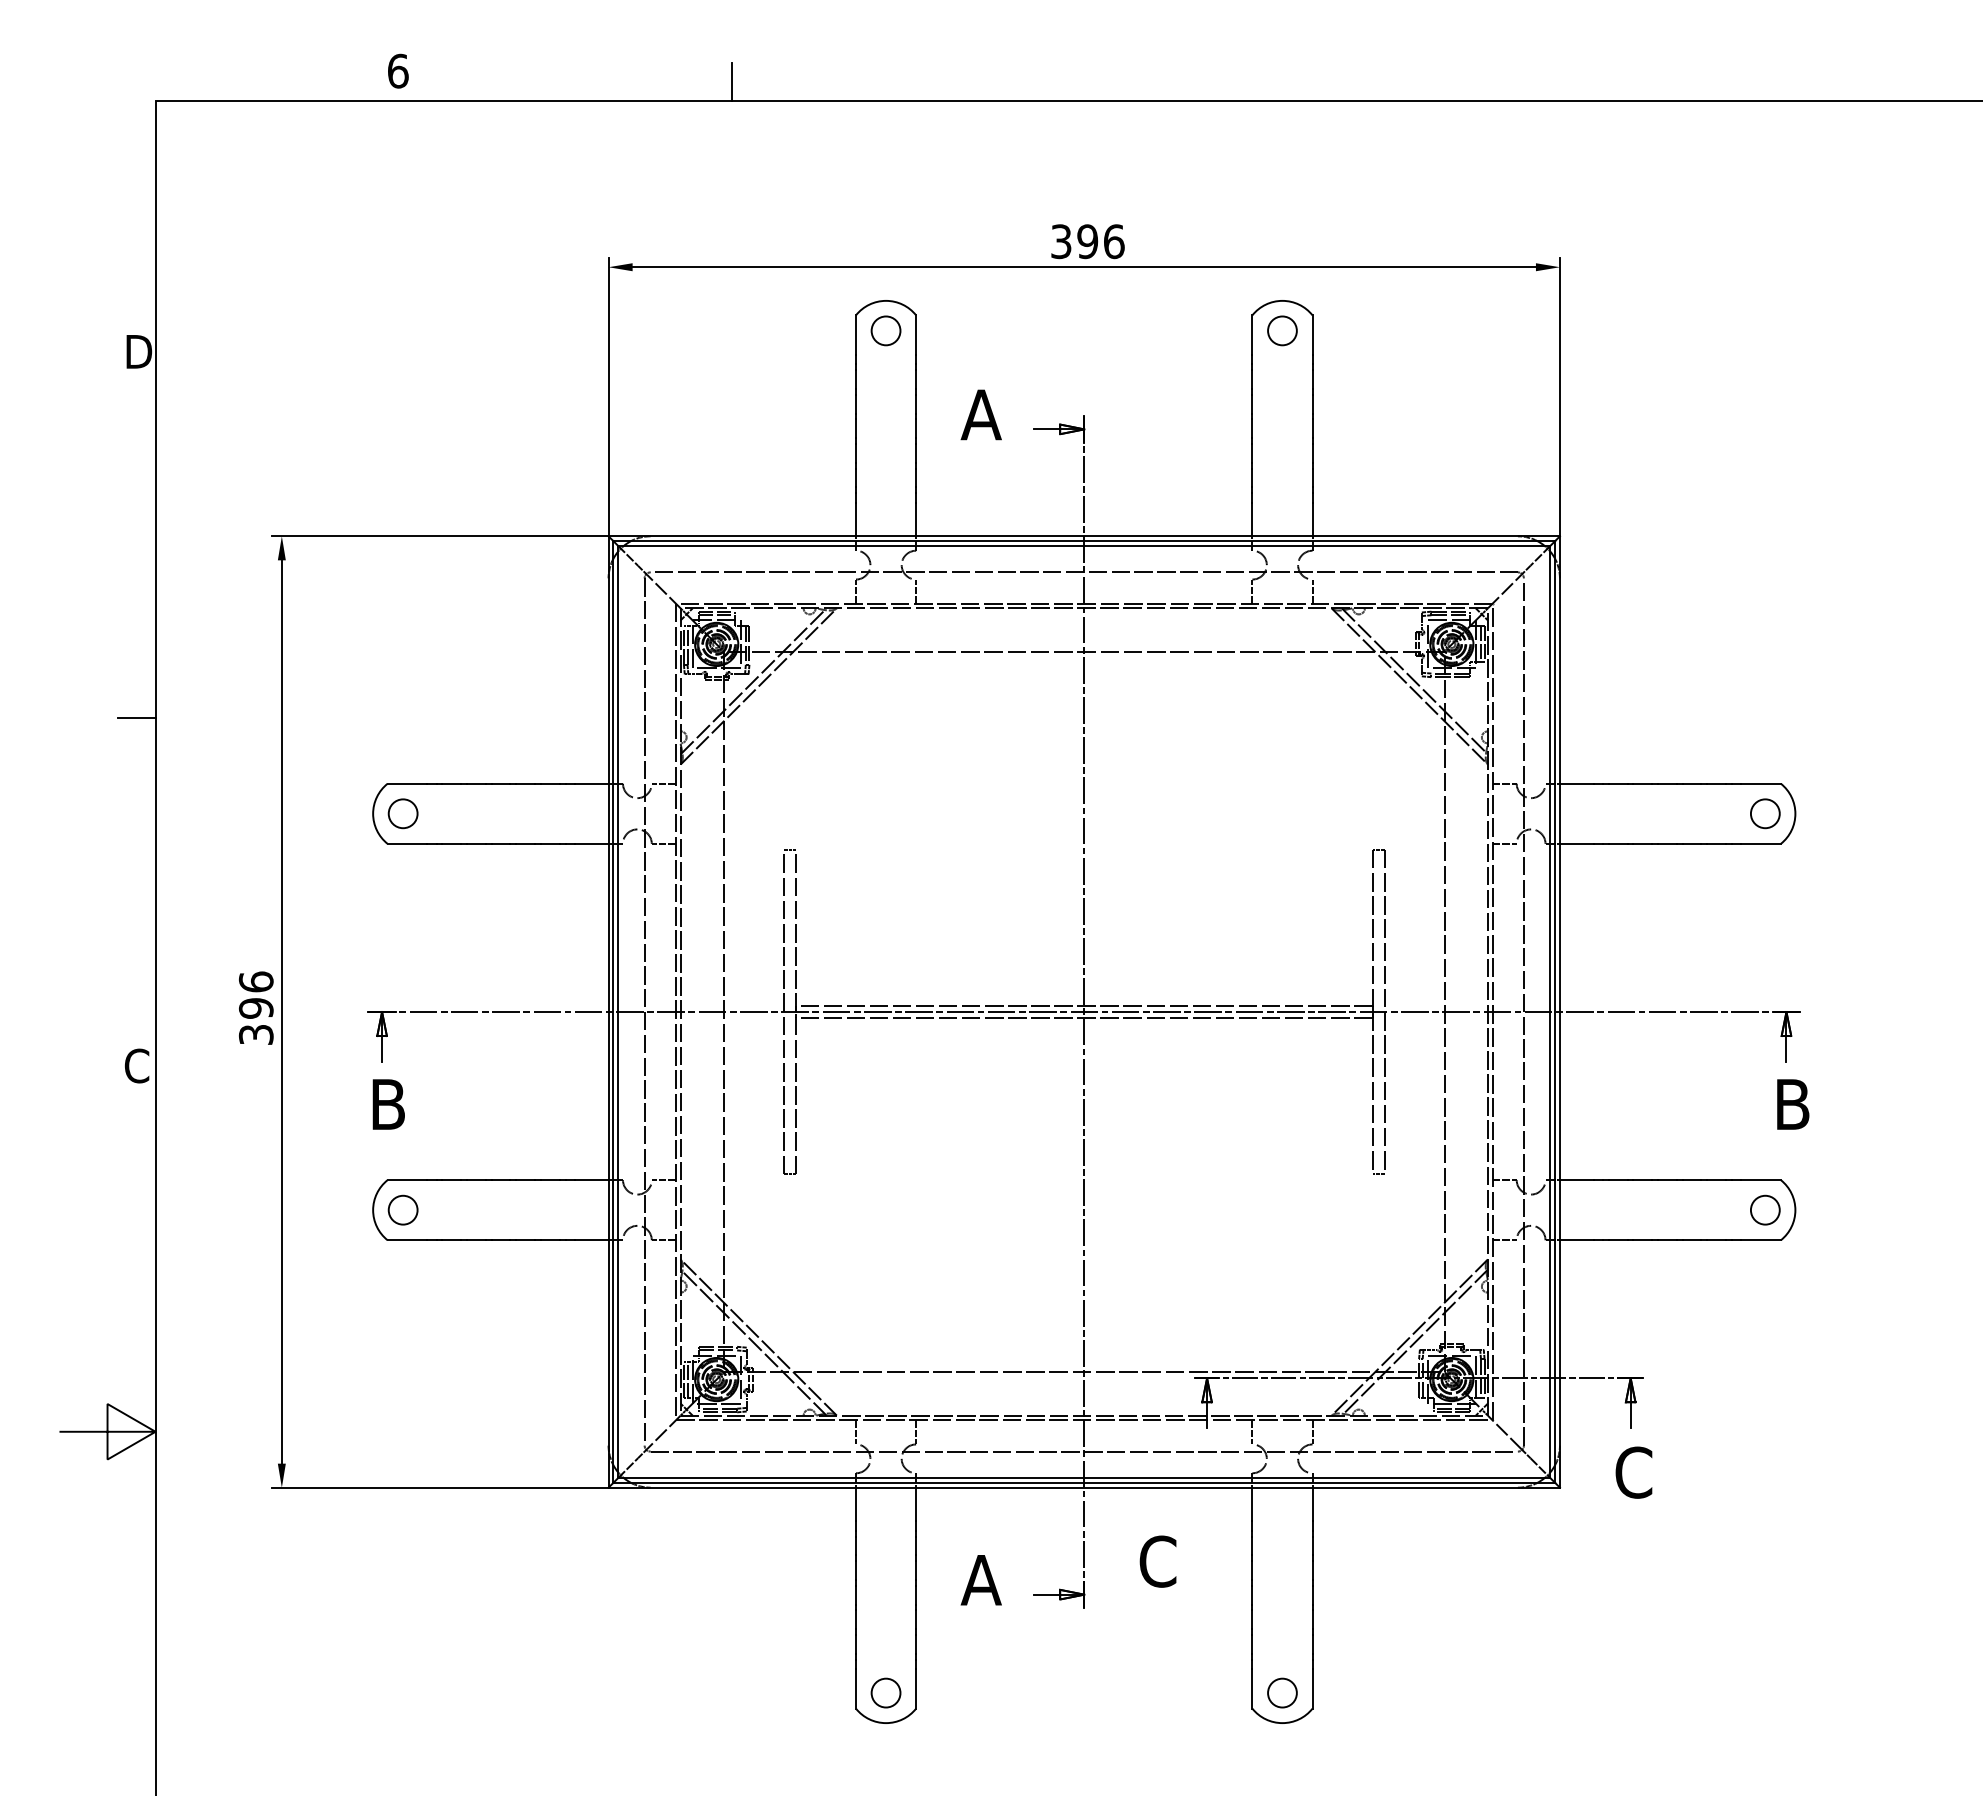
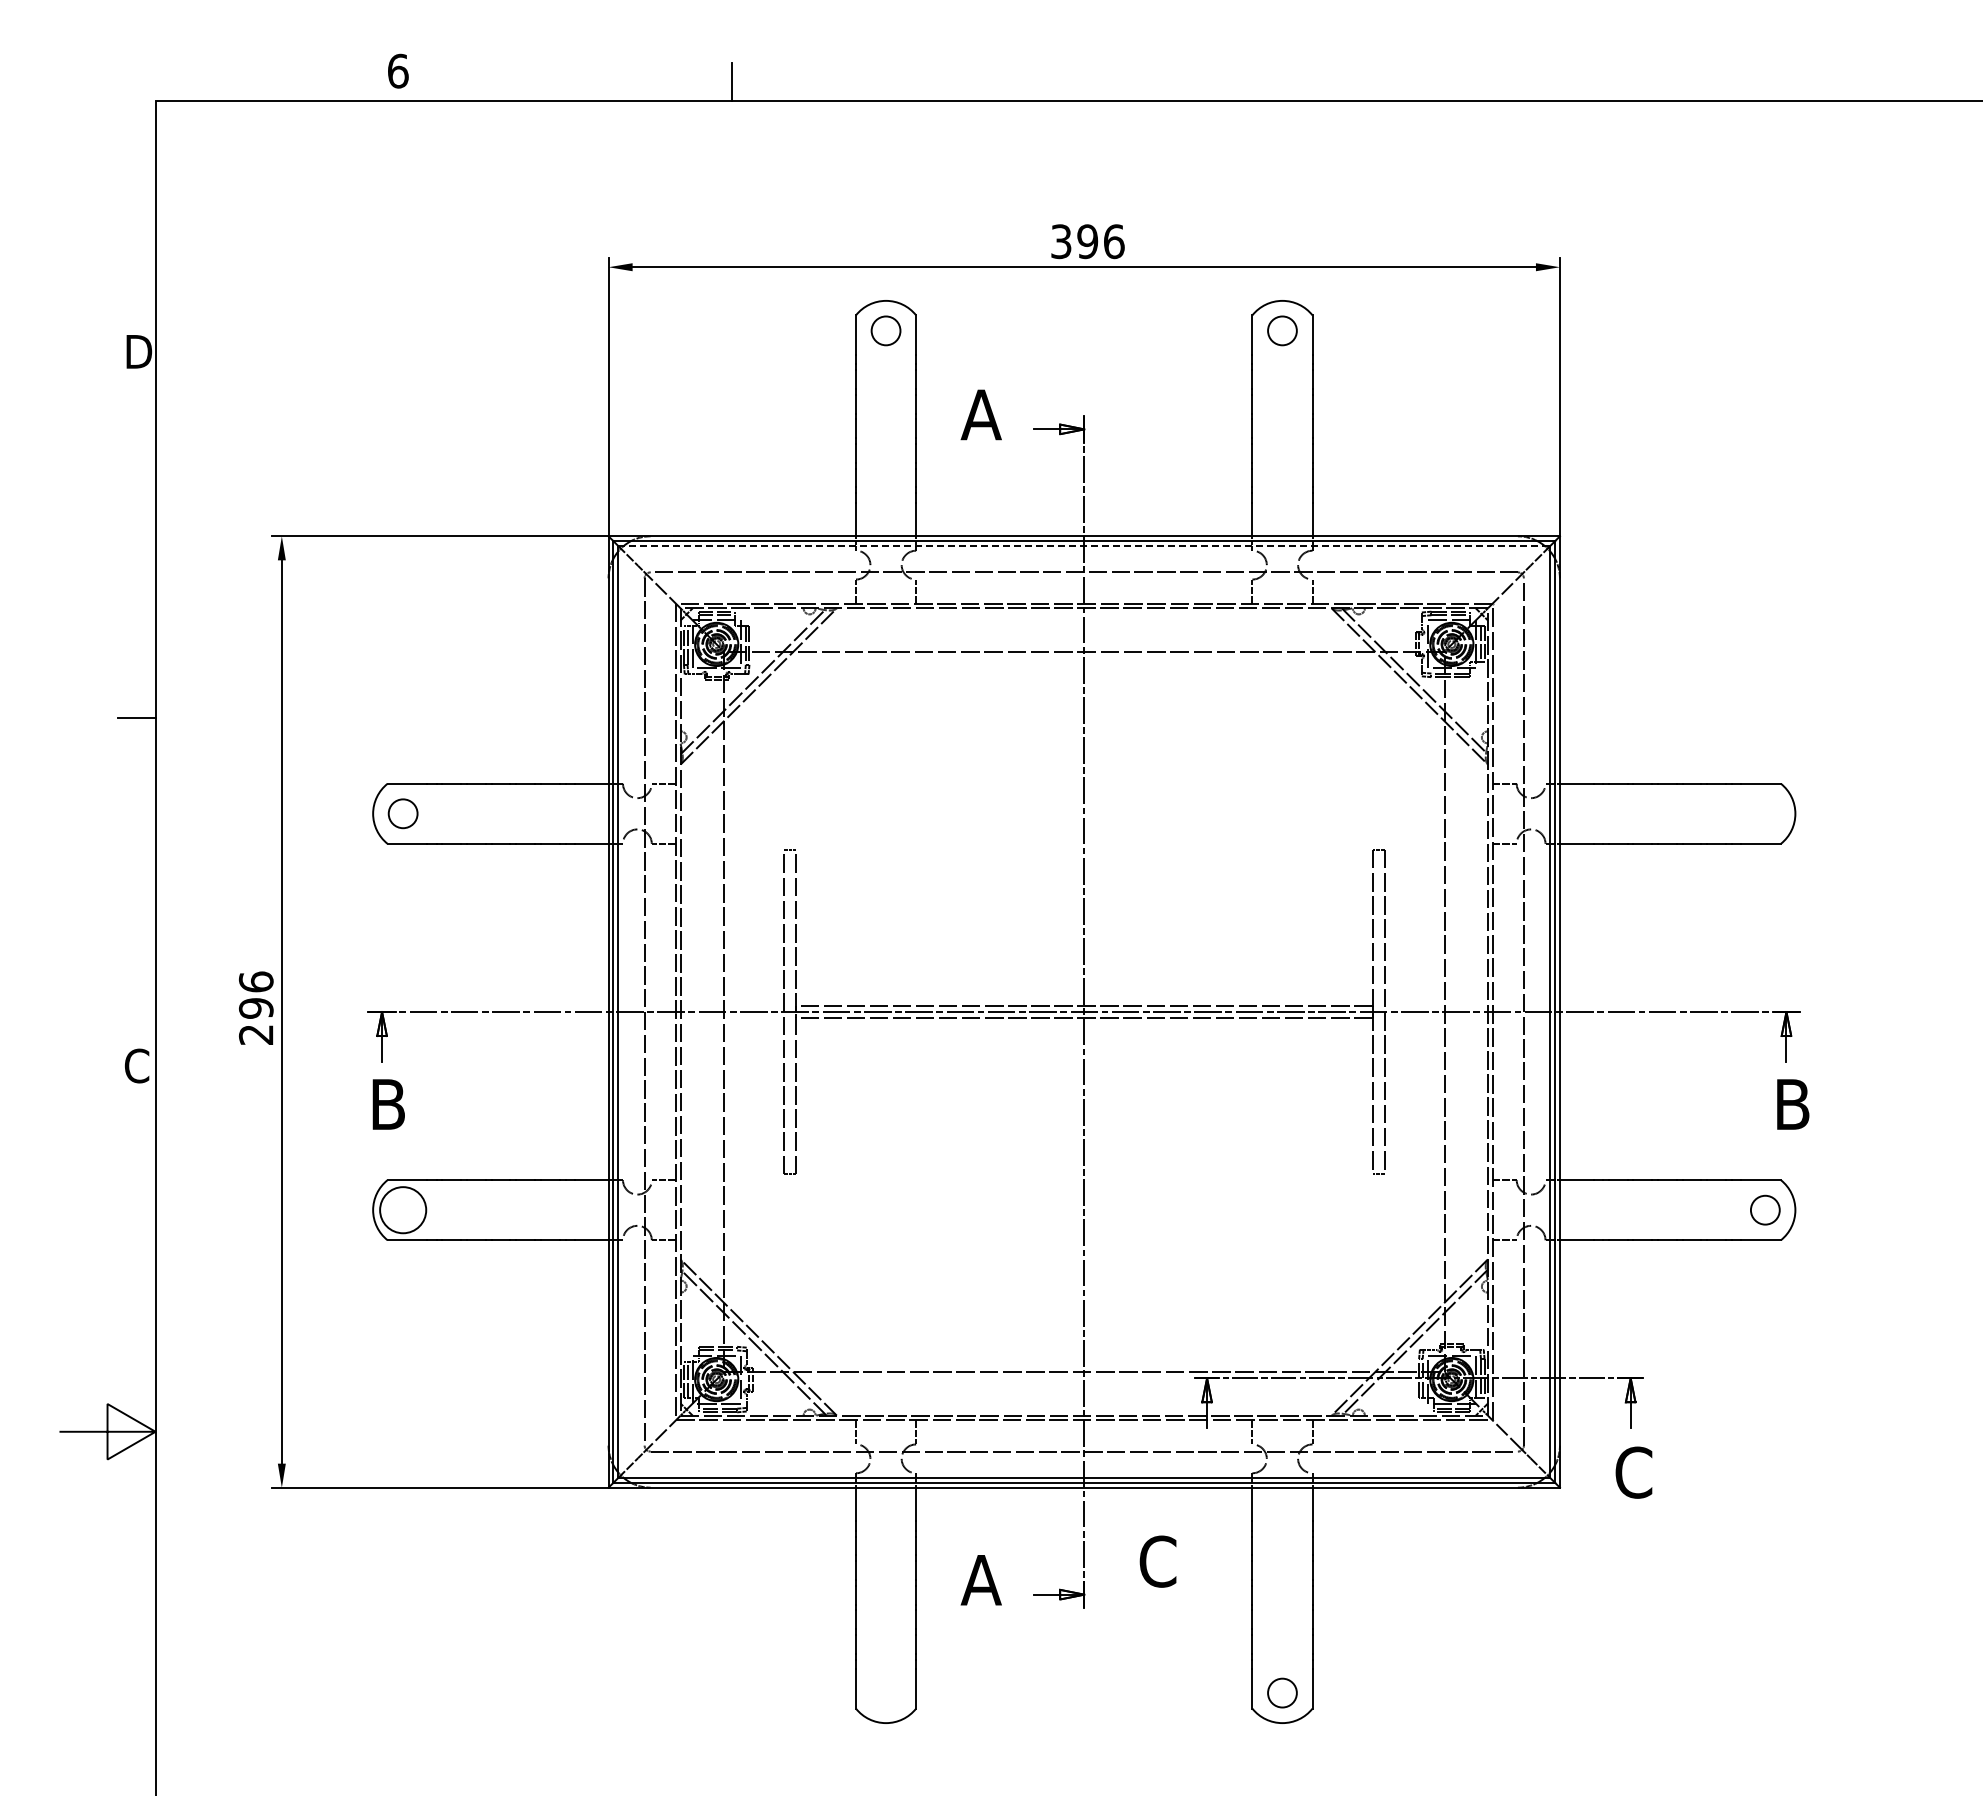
line at (1084, 545): solid -> dashed
circle at (1765, 813): present -> none
text at (256, 1034): 396 -> 296
circle at (402, 1209) diameter: 29 px -> 46 px
circle at (885, 1692): present -> none
